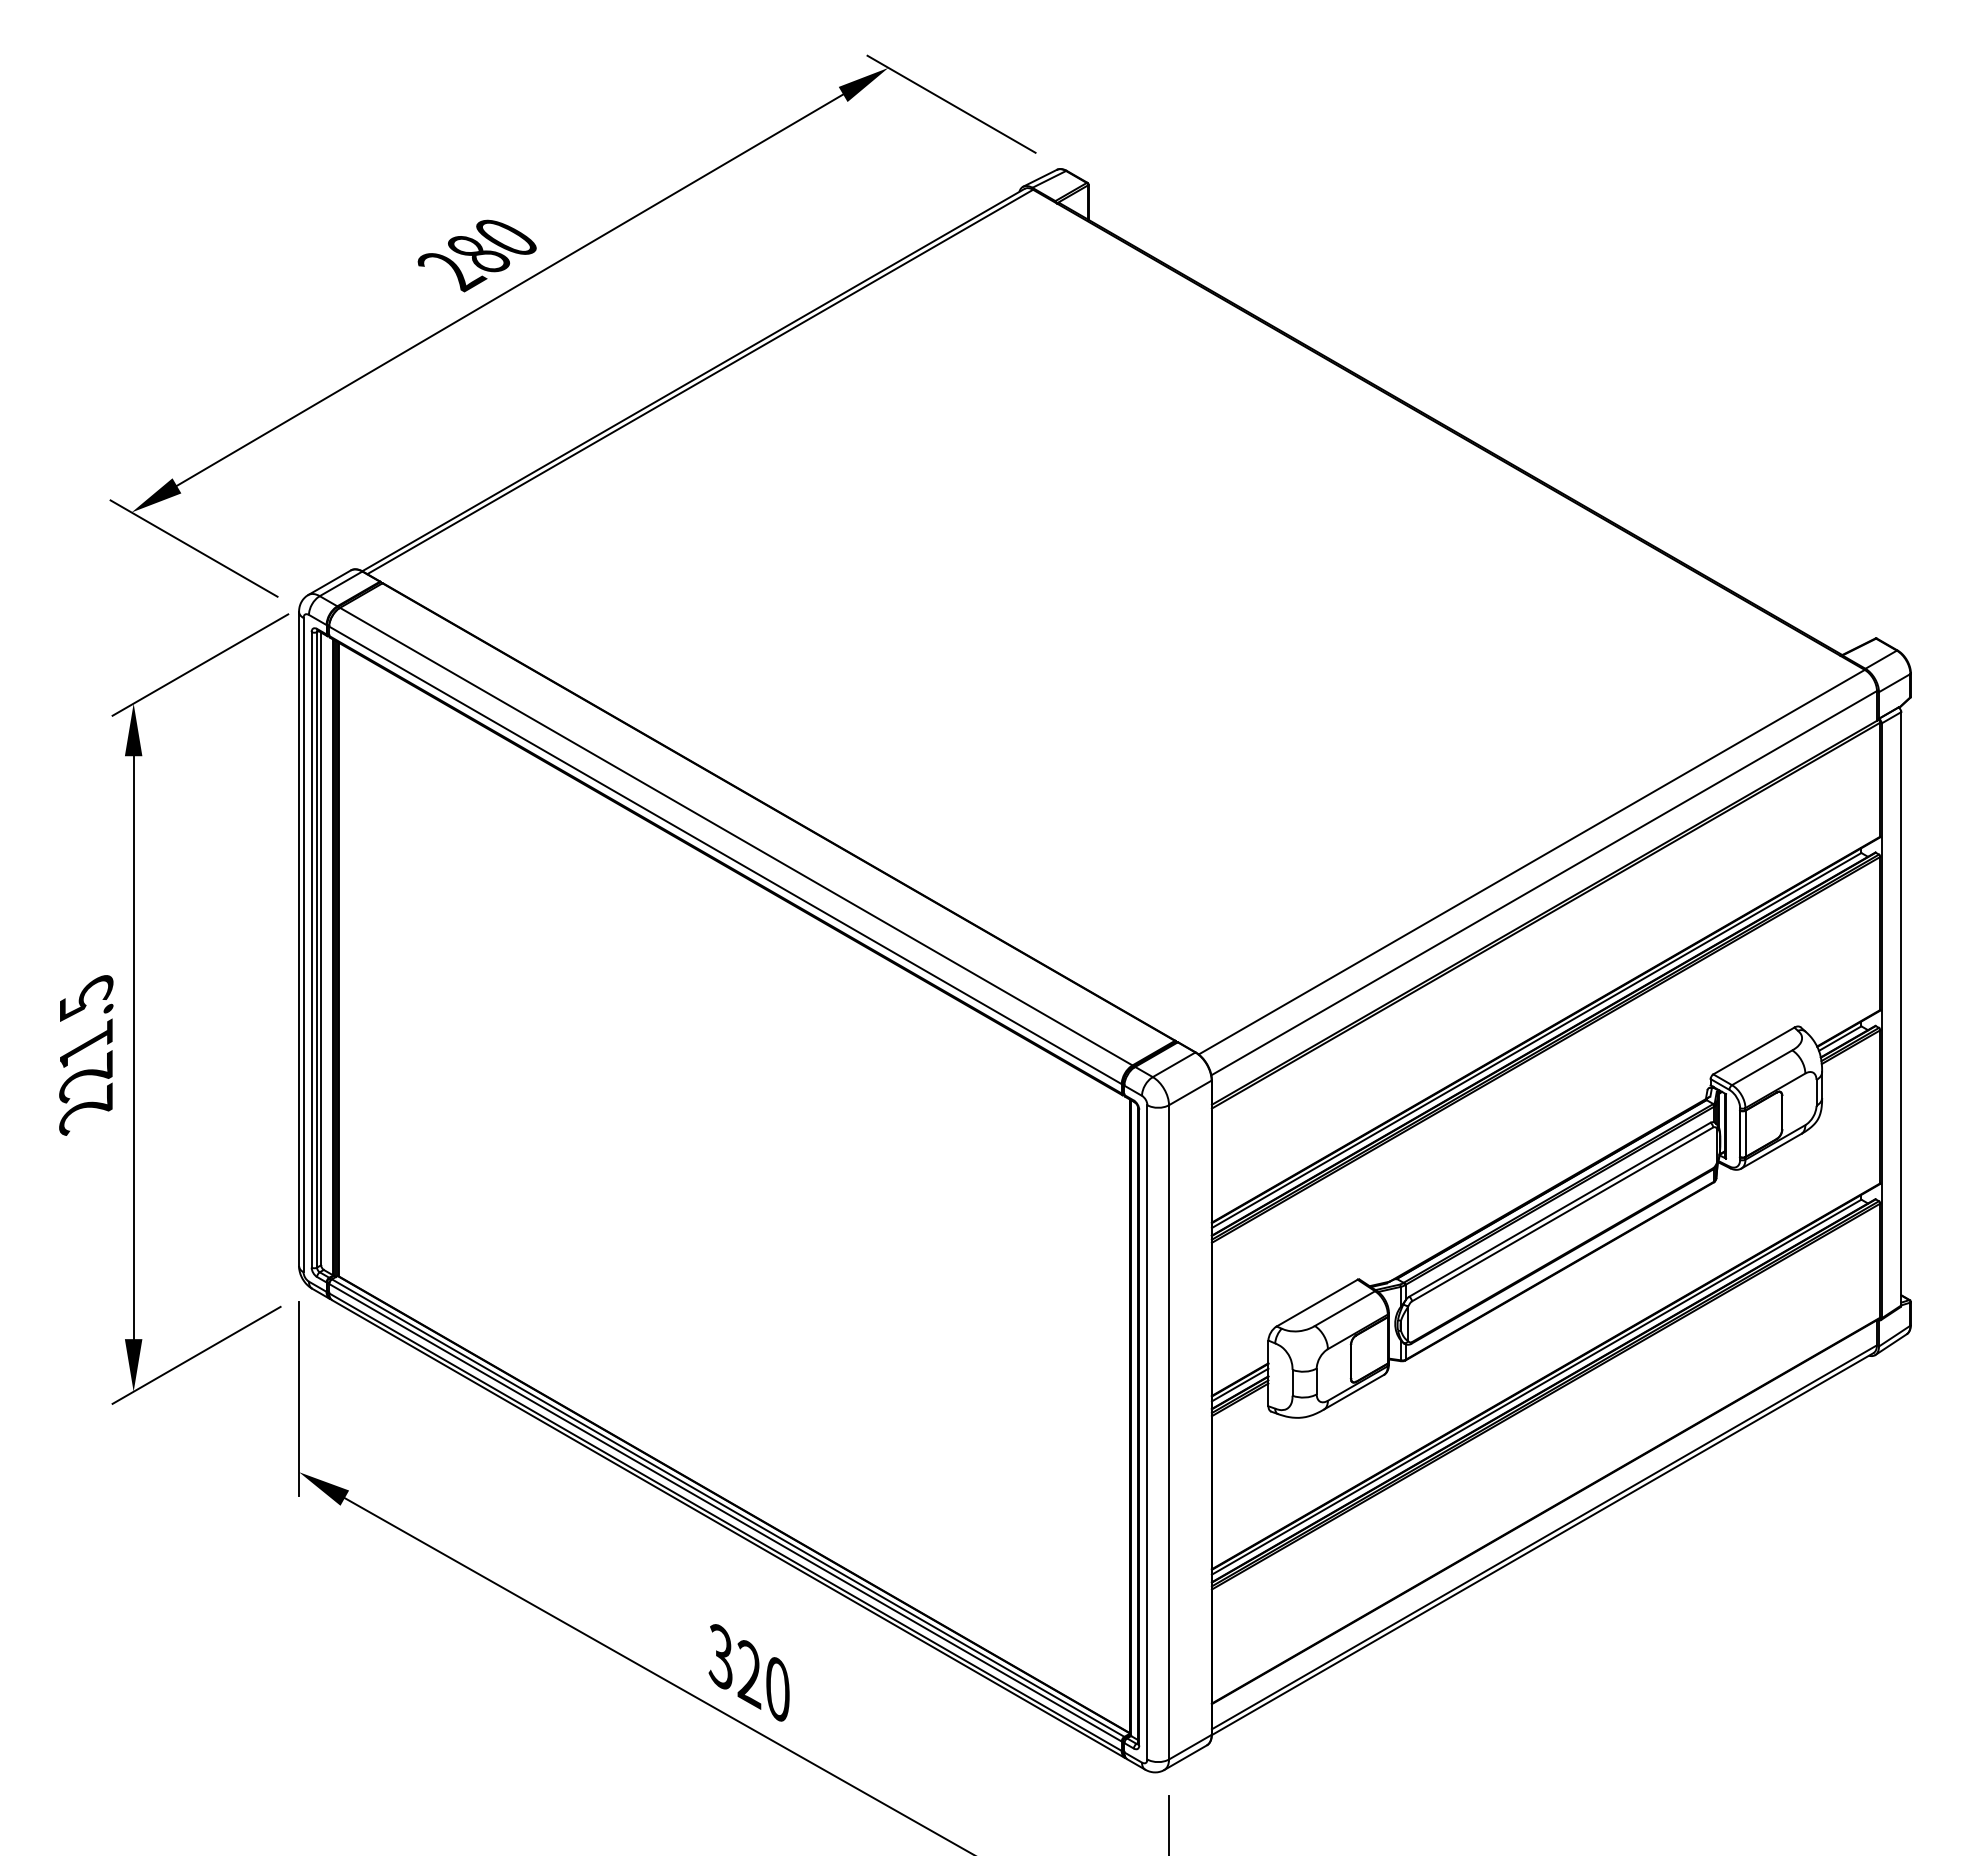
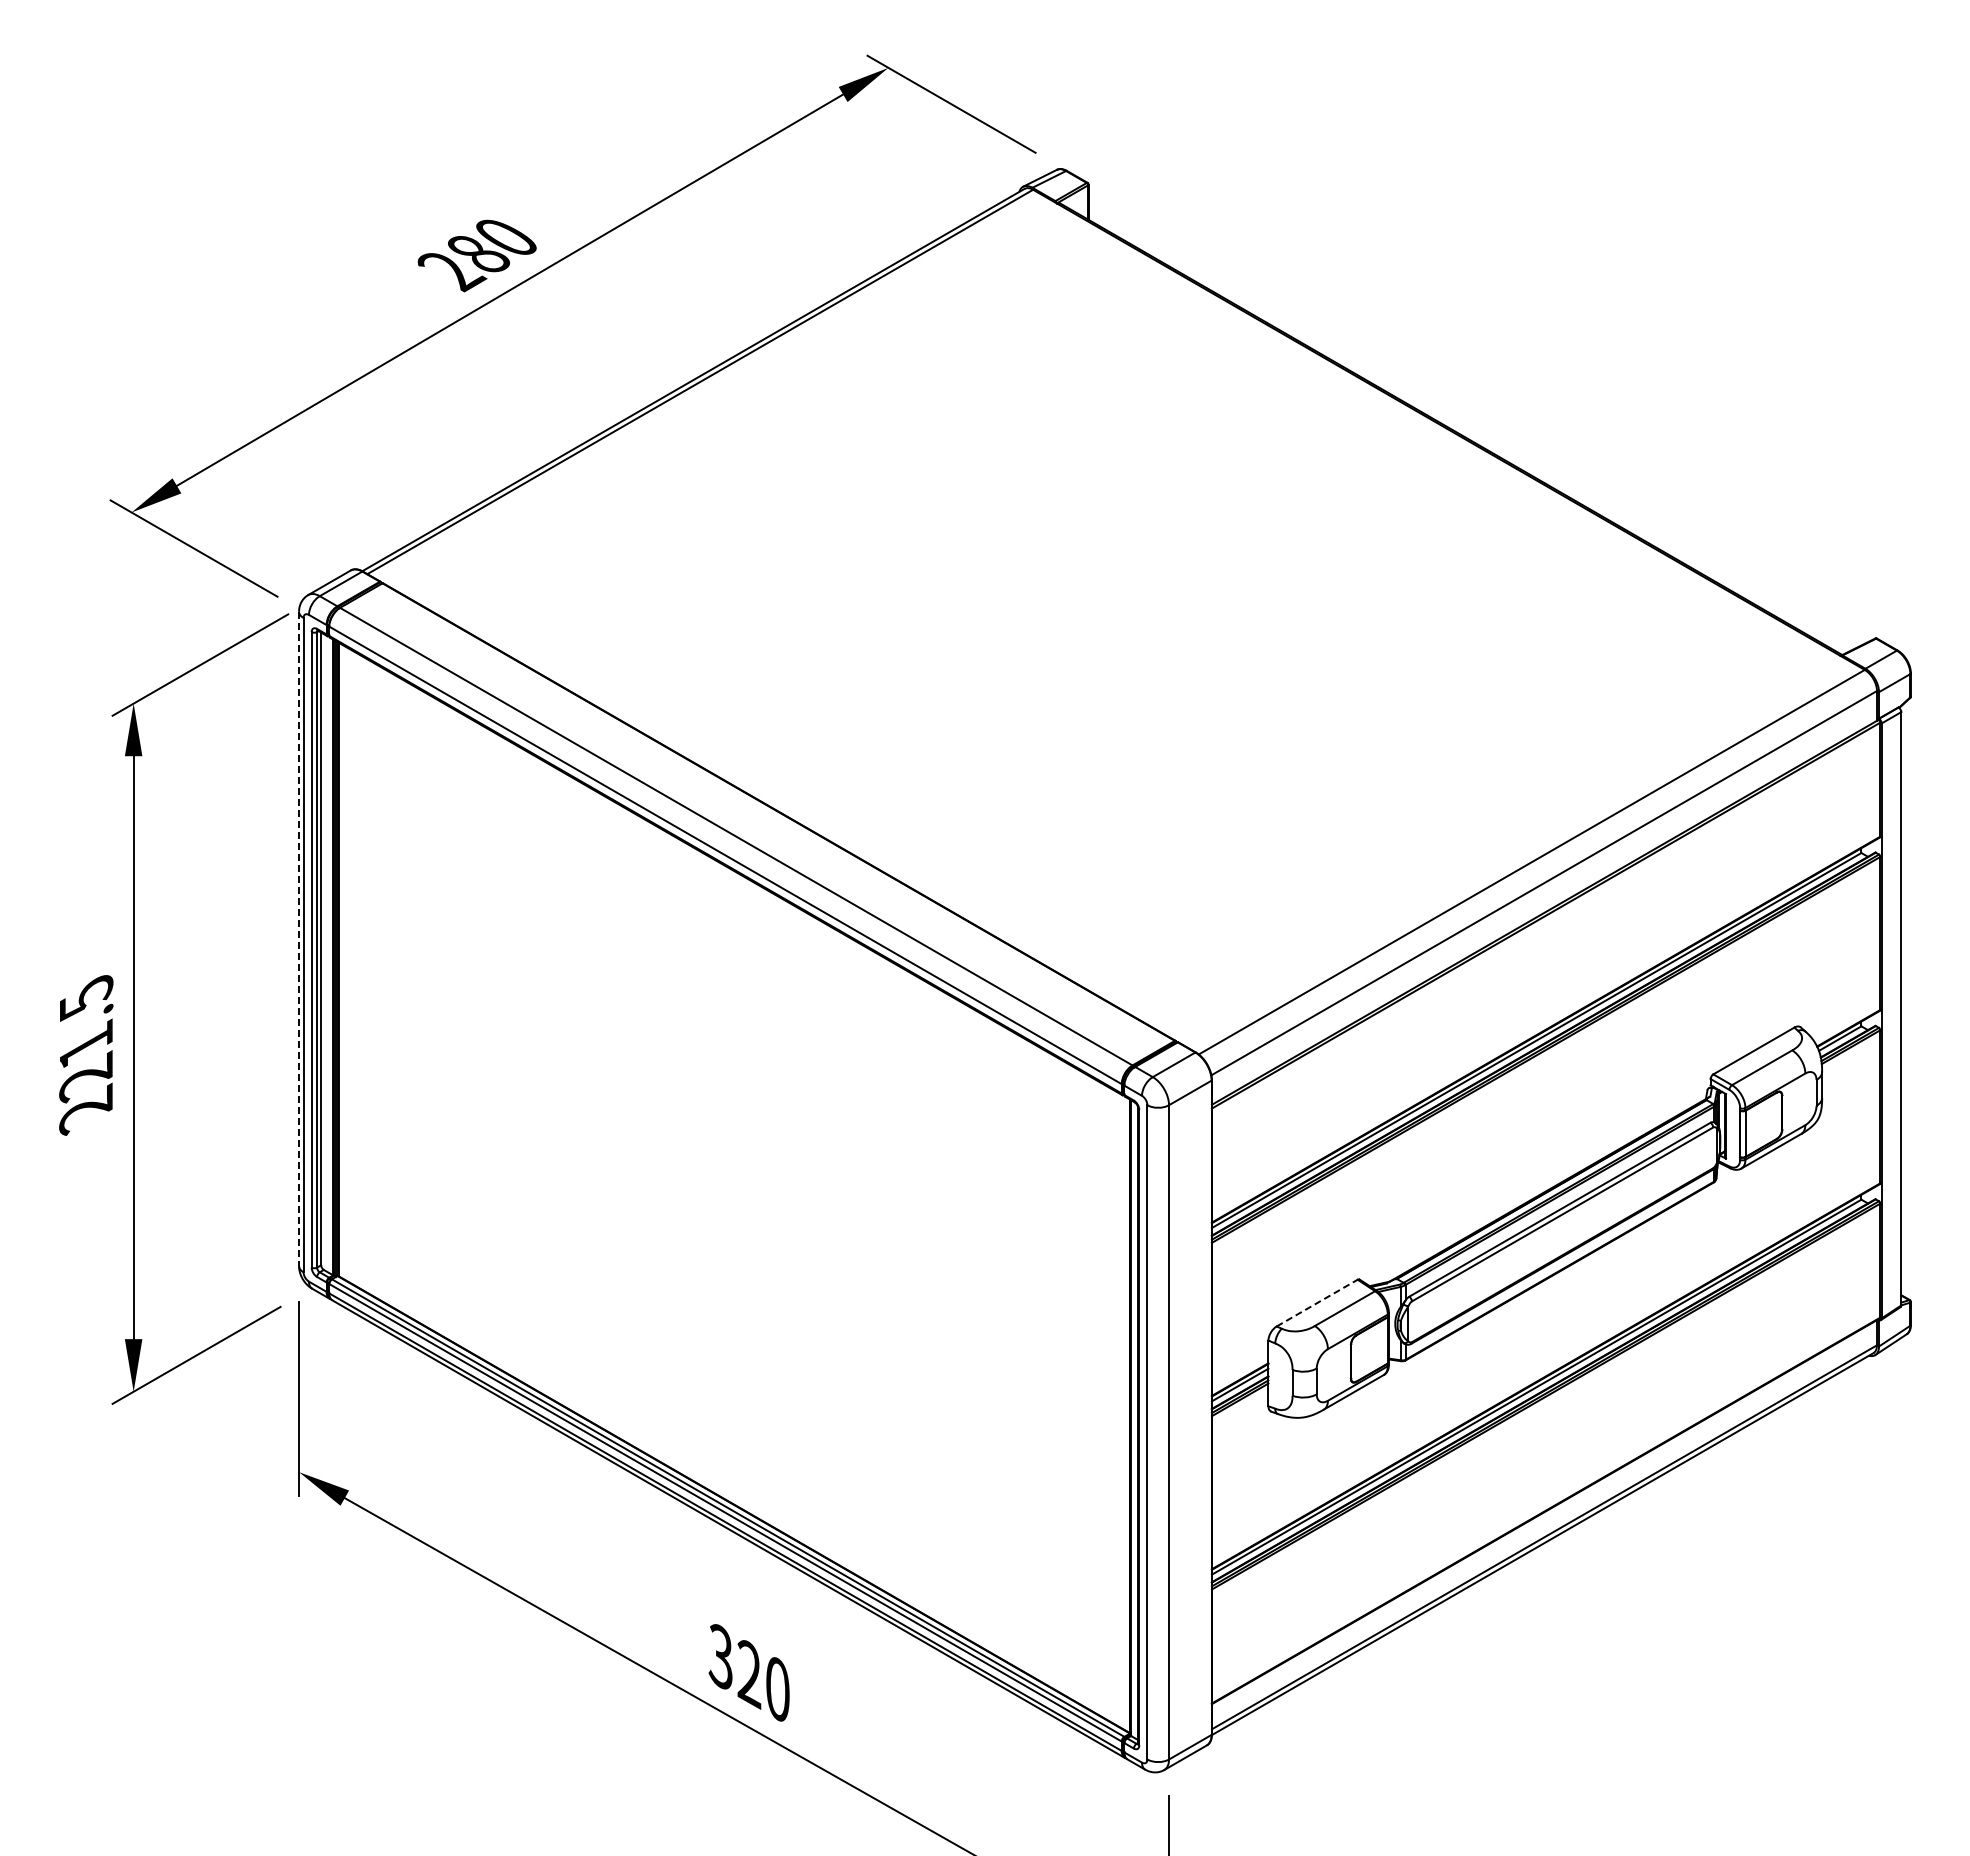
line at (299, 939): solid -> dashed
line at (1317, 1303): solid -> dashed
